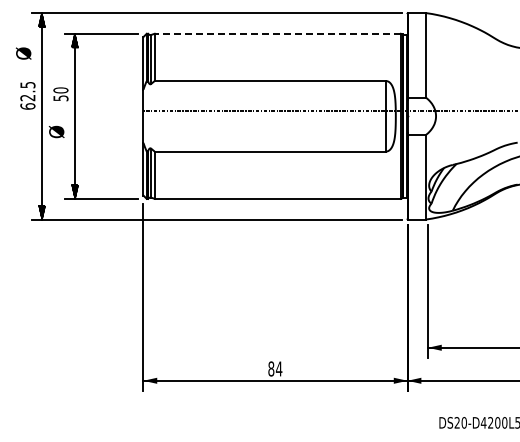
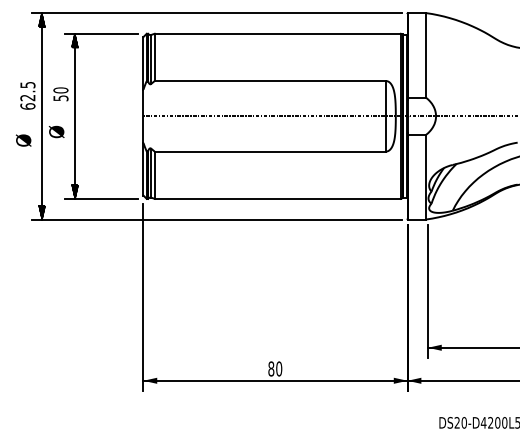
line at (277, 33): dashed -> solid
text at (23, 53) position: (23, 53) -> (23, 140)
line at (329, 111) position: (329, 111) -> (329, 116)
text at (278, 368): 84 -> 80
